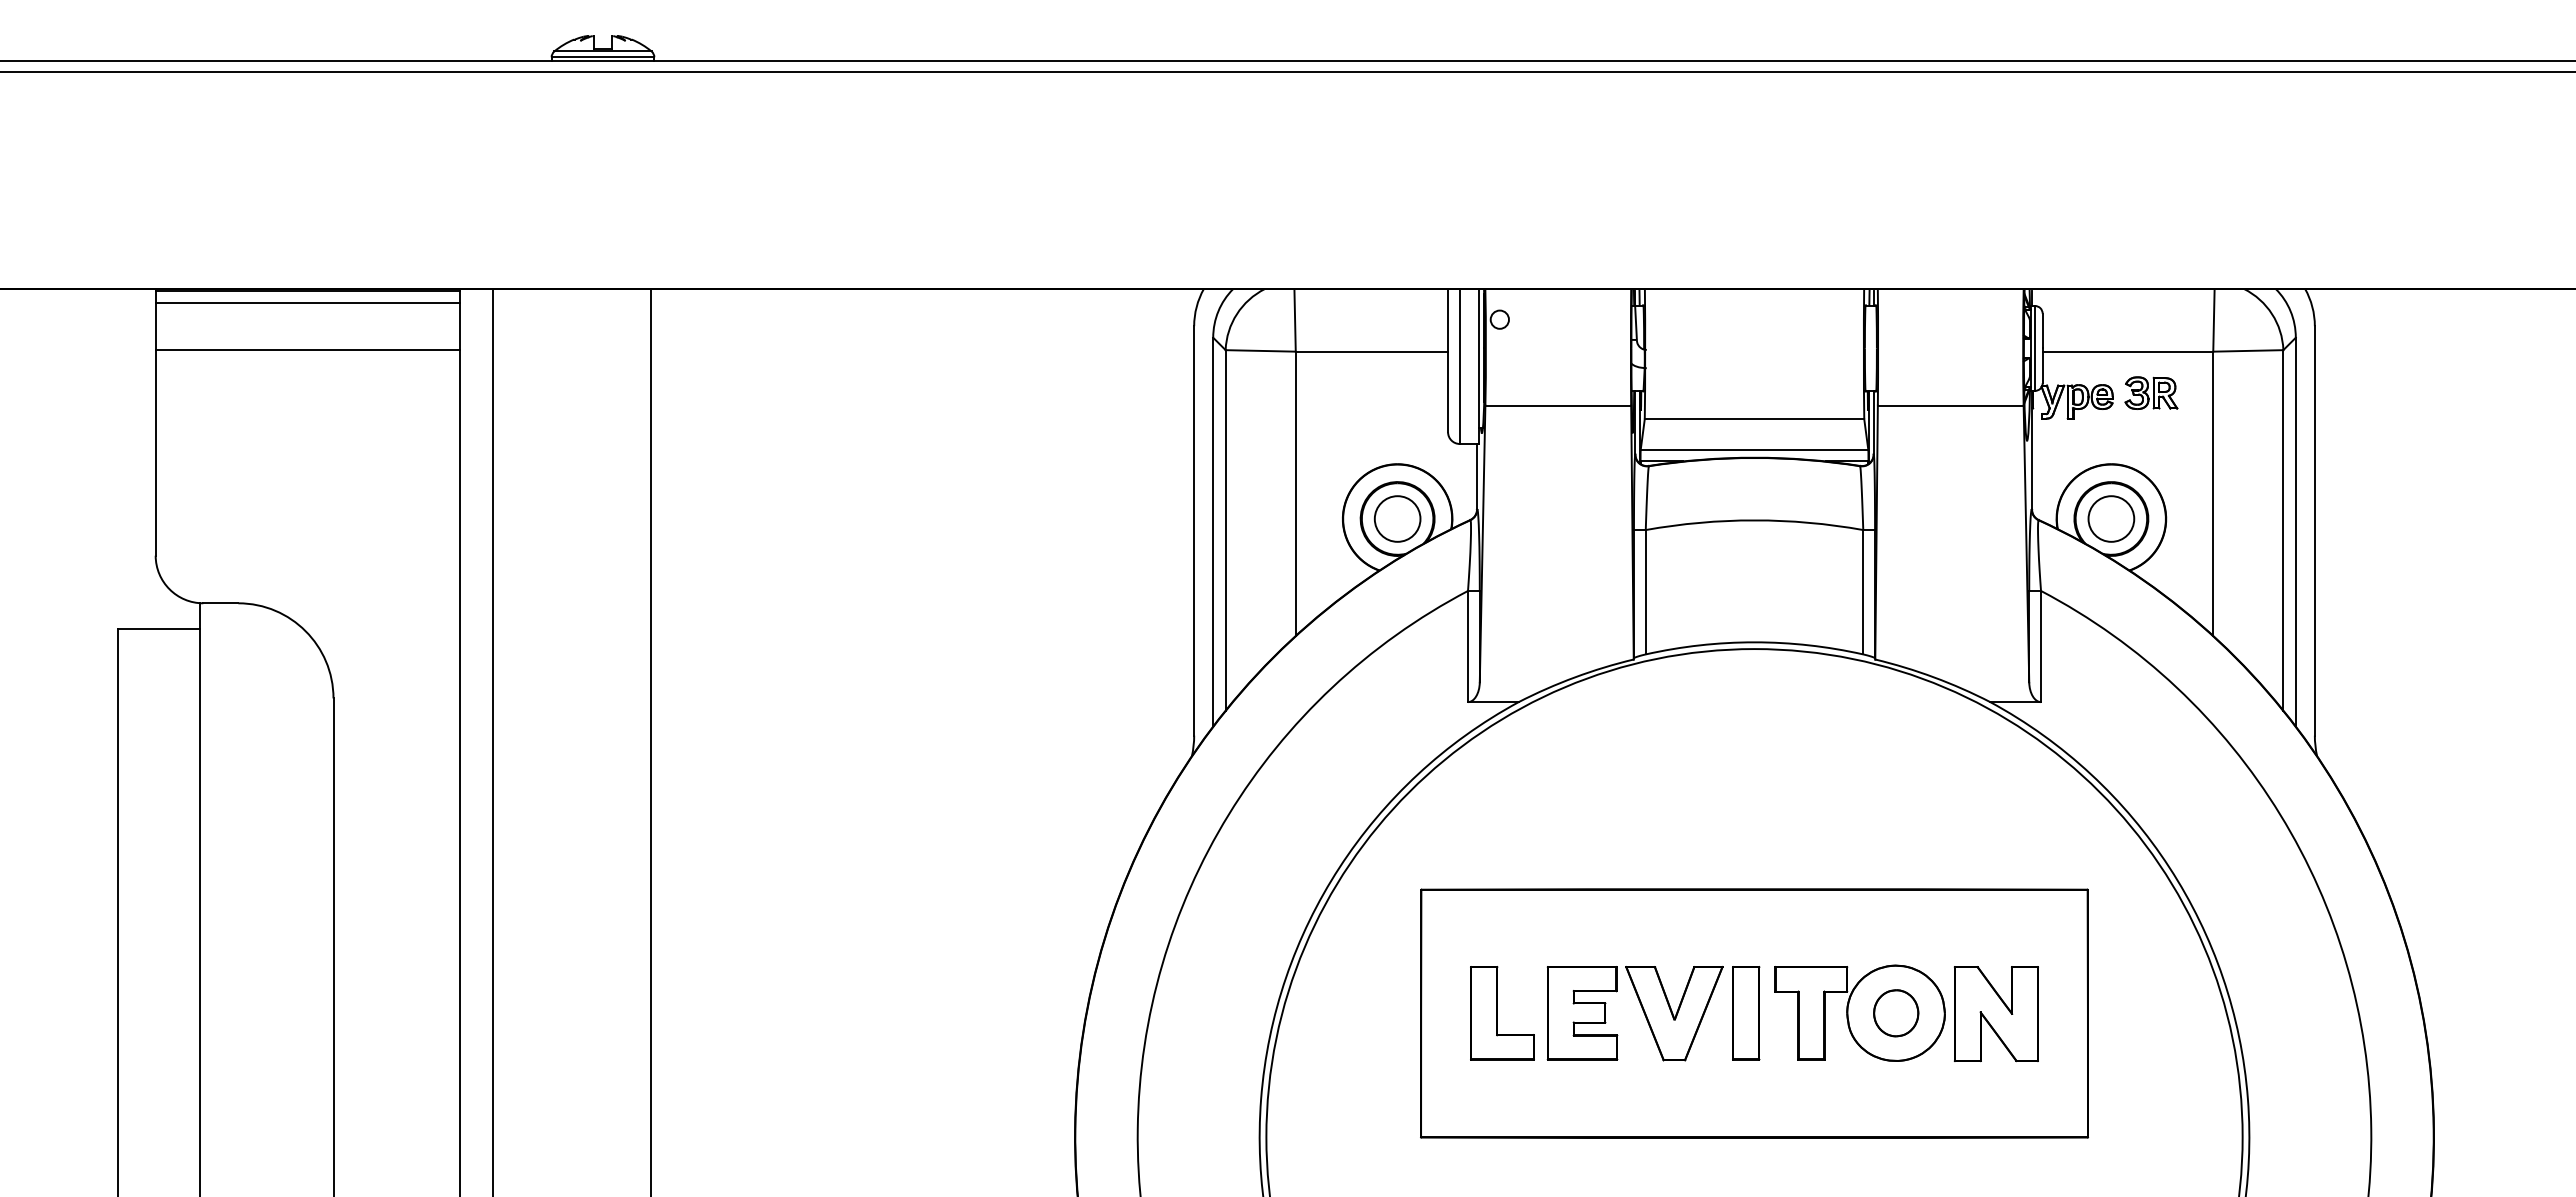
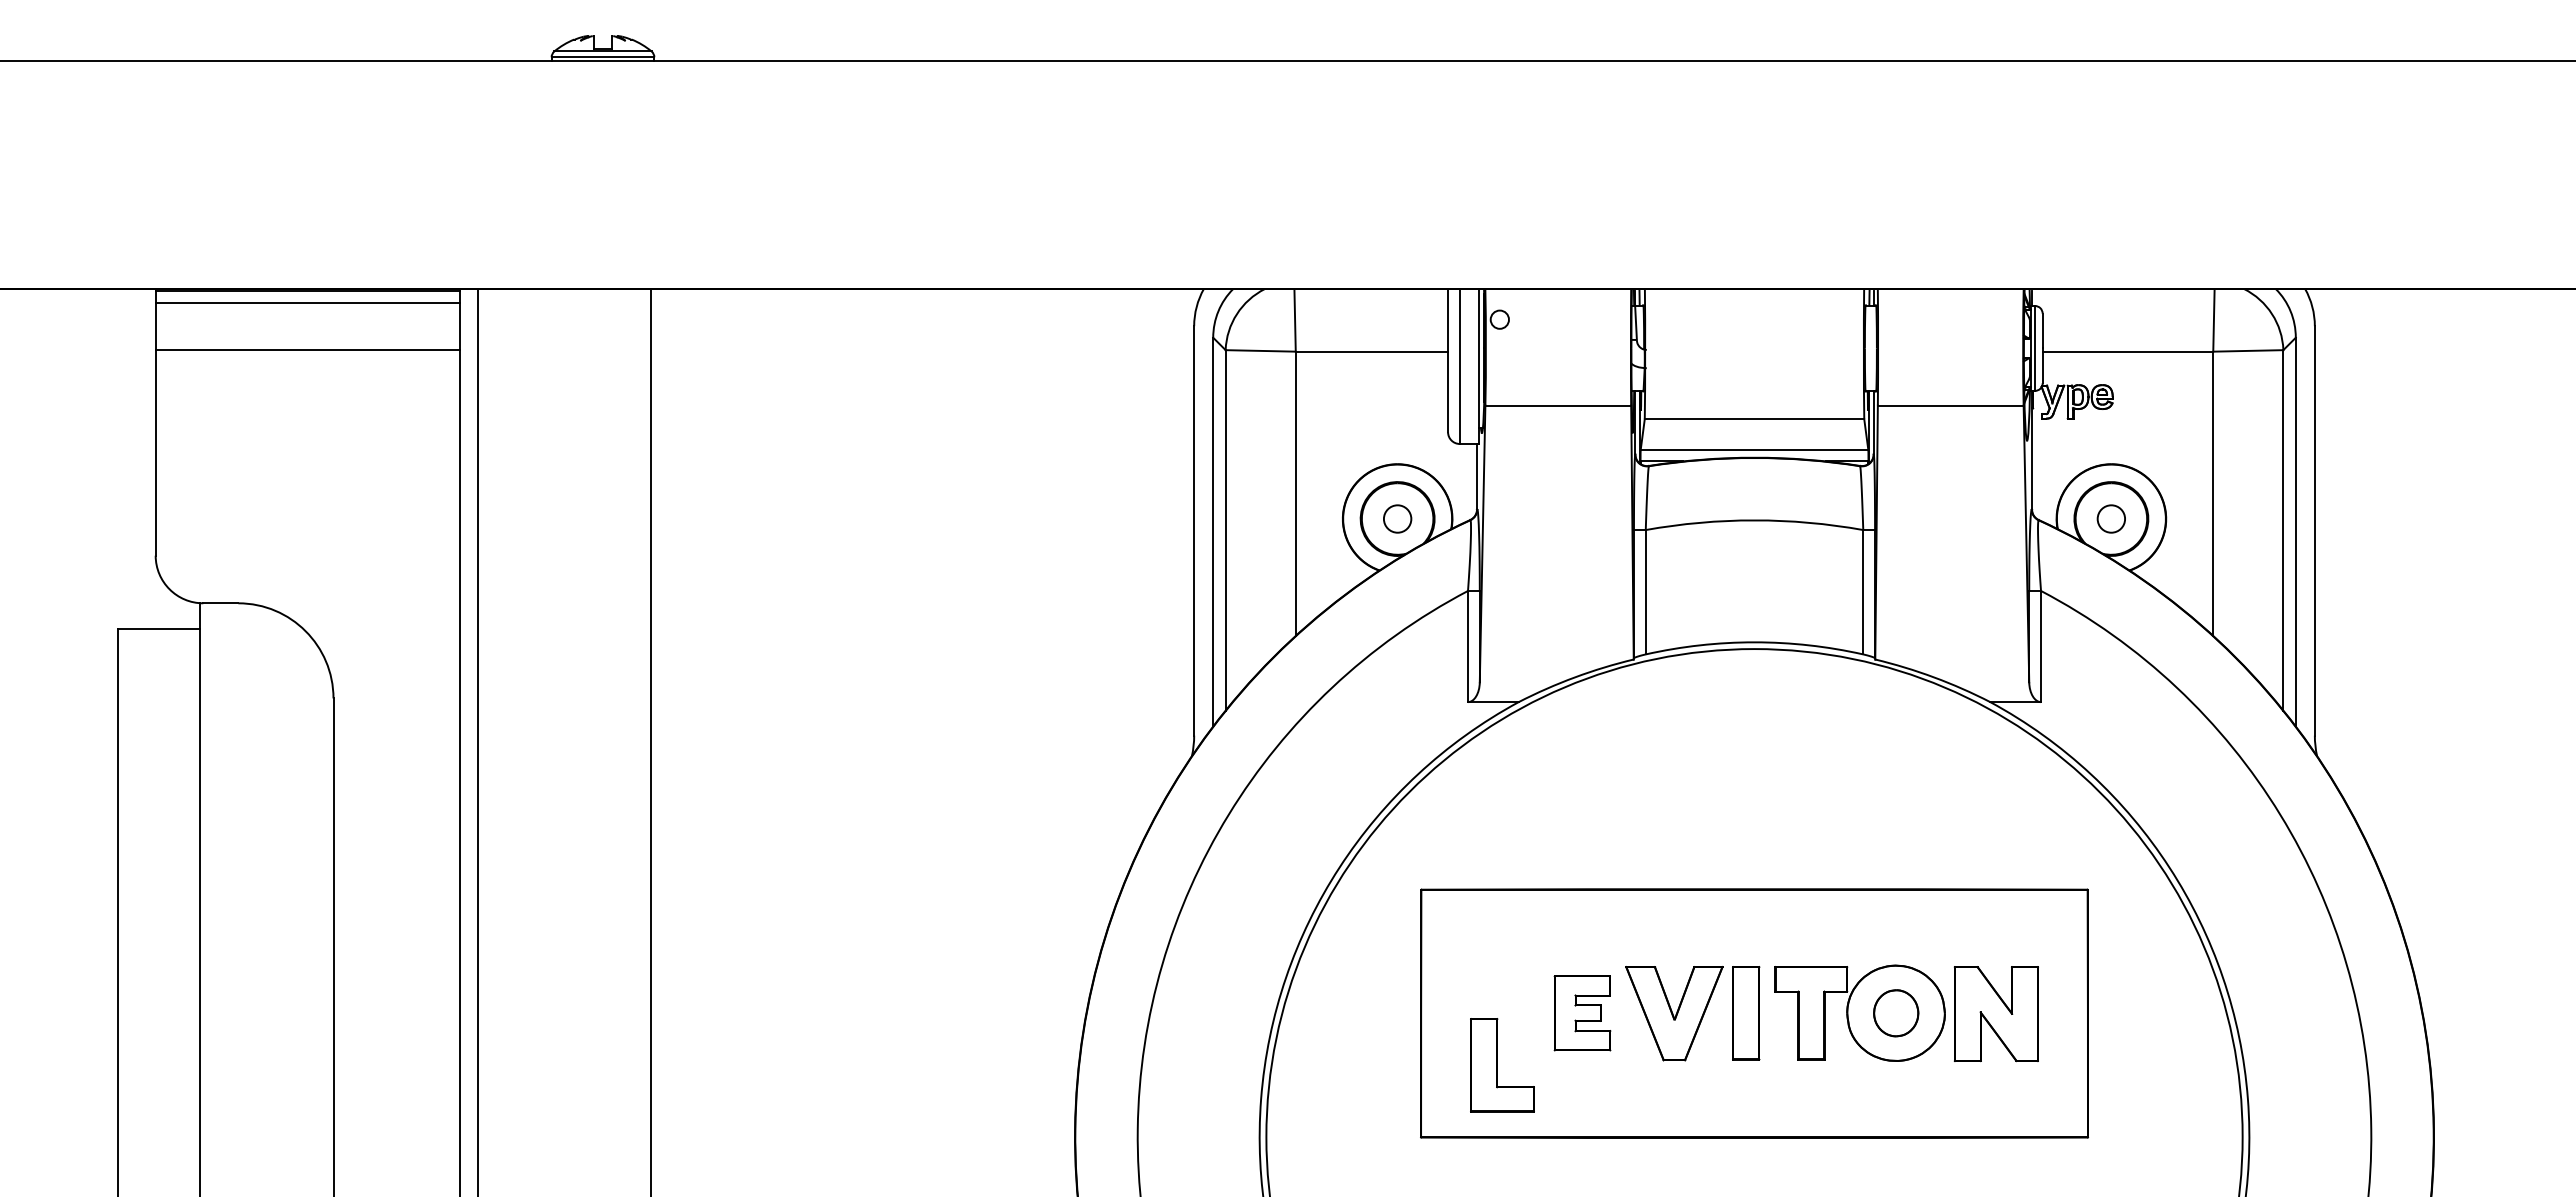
line at (1287, 72): present -> none
part at (2151, 392): present -> none
circle at (1397, 518) diameter: 46 px -> 27 px
circle at (2111, 518) diameter: 46 px -> 27 px
line at (492, 741) position: (492, 741) -> (477, 741)
part at (1502, 1013) position: (1502, 1013) -> (1502, 1065)
part at (1582, 1013) size: 73x95 px -> 59x77 px
